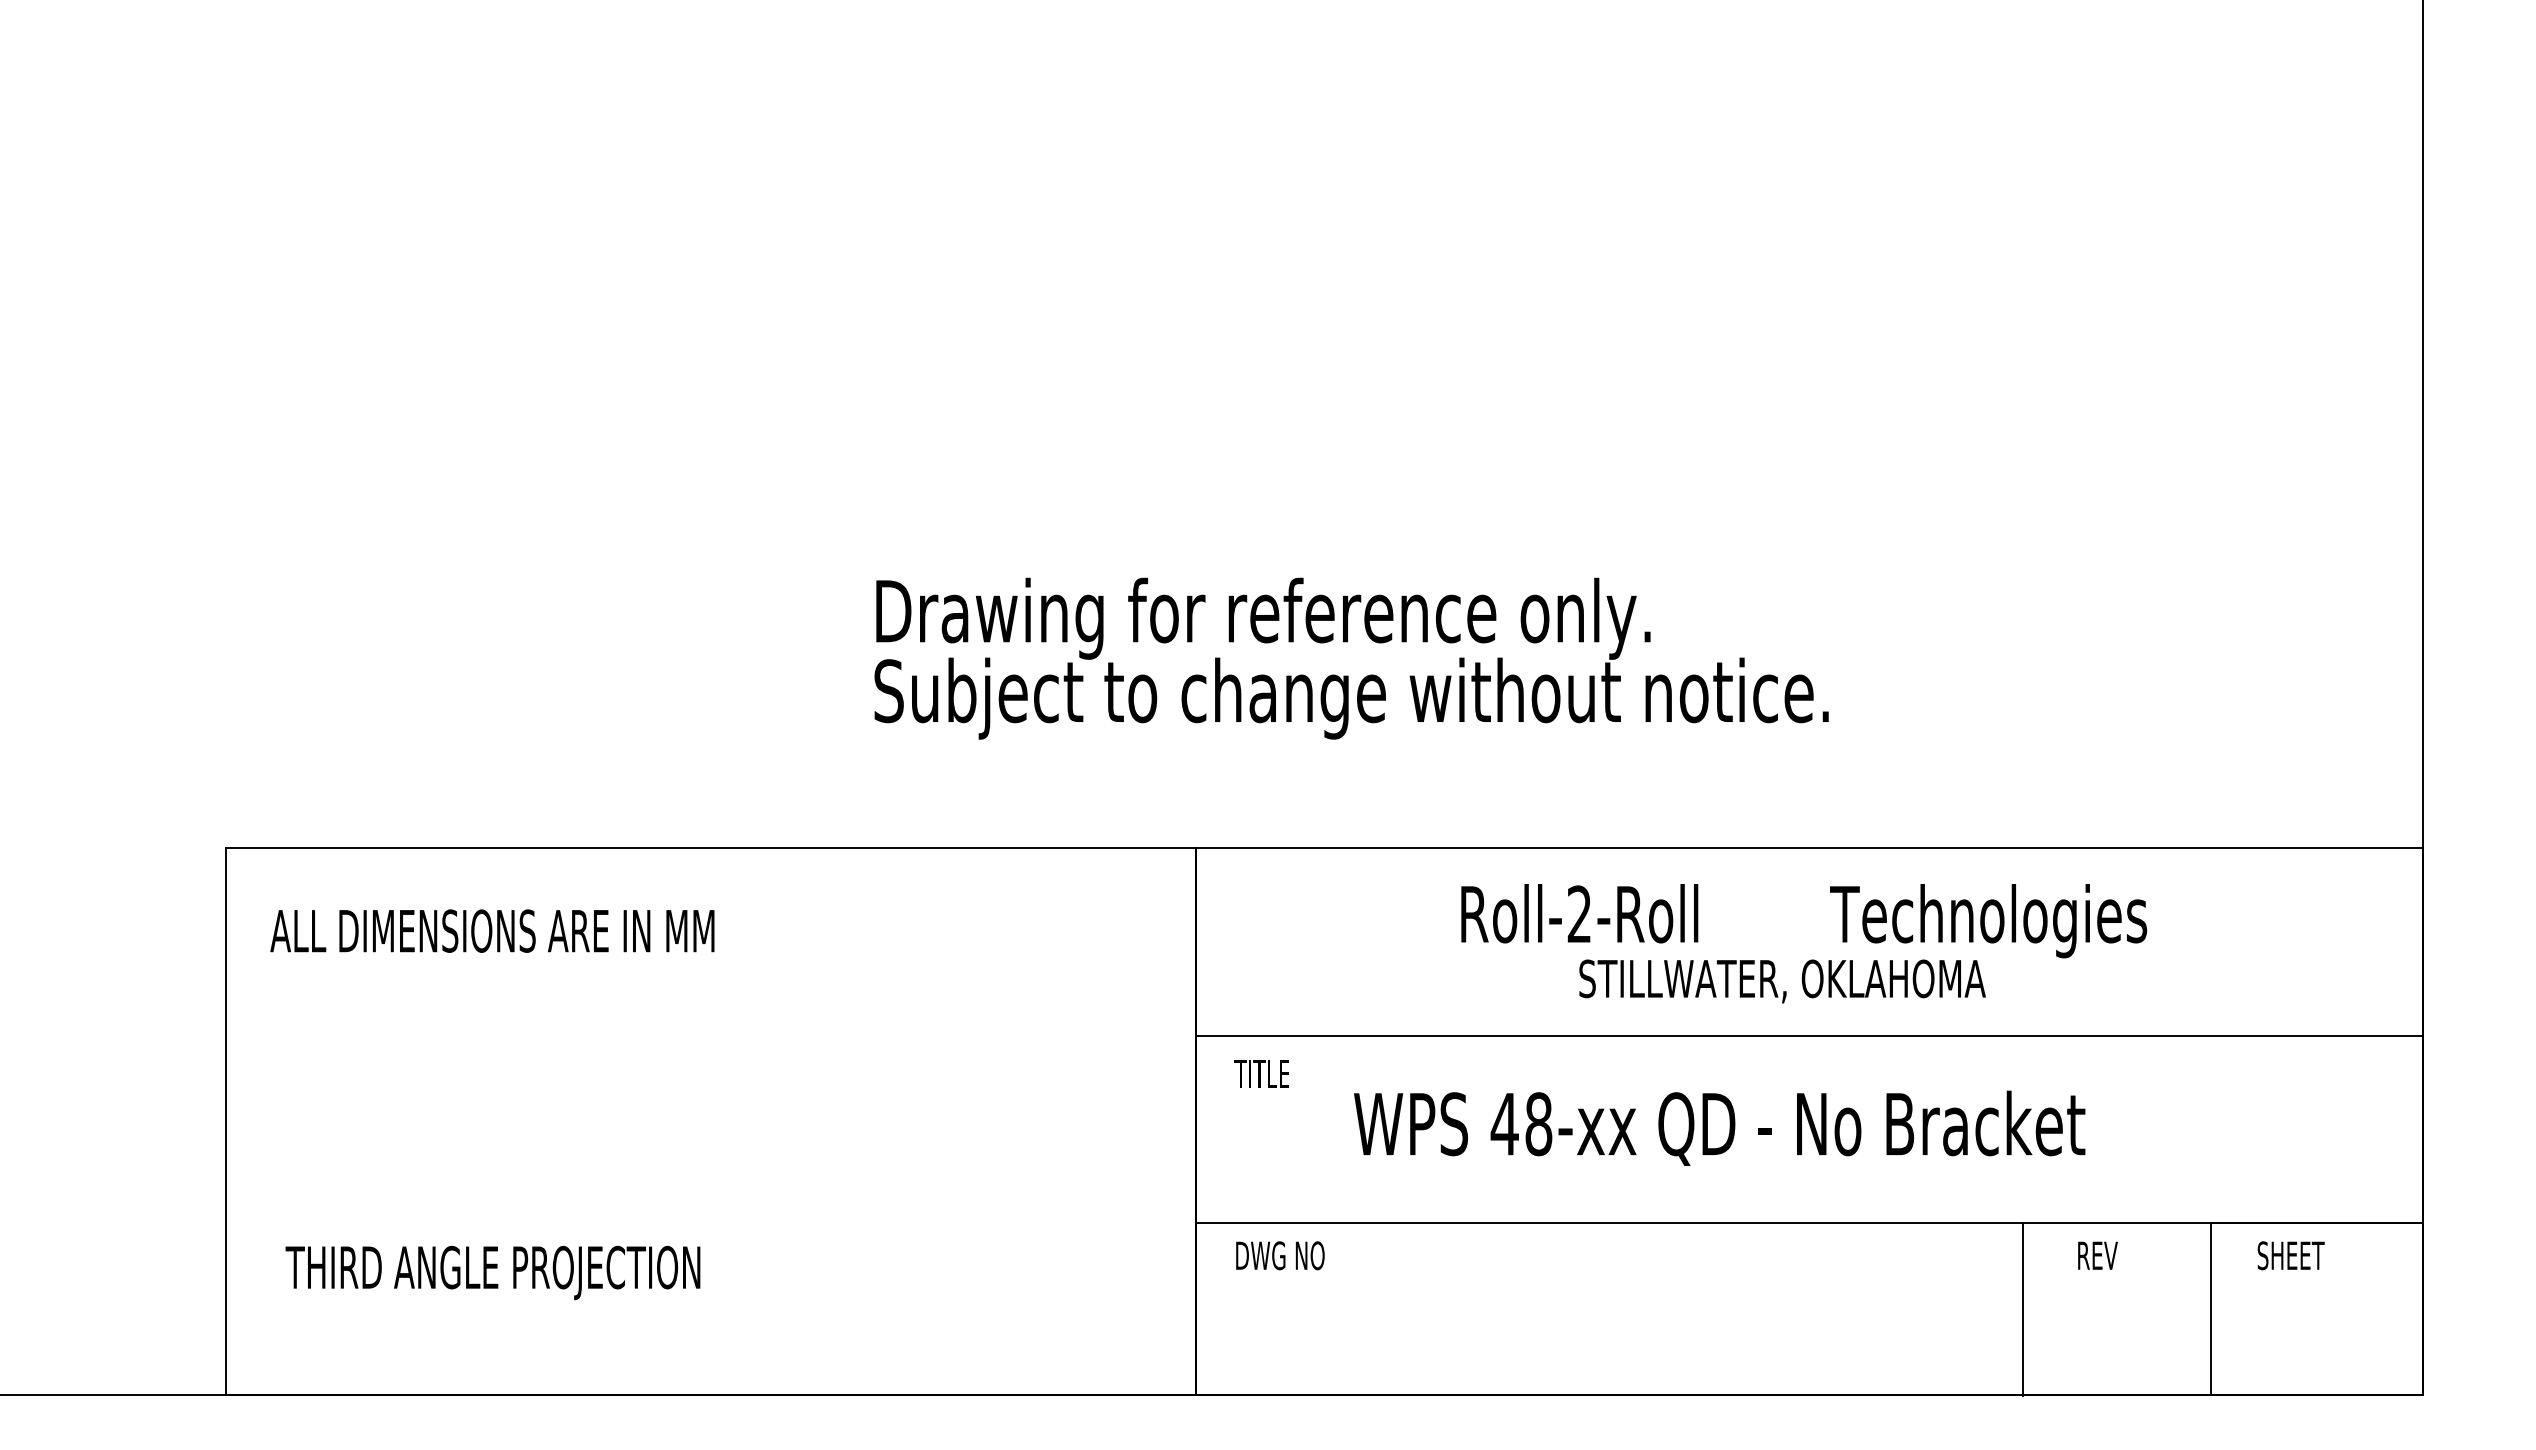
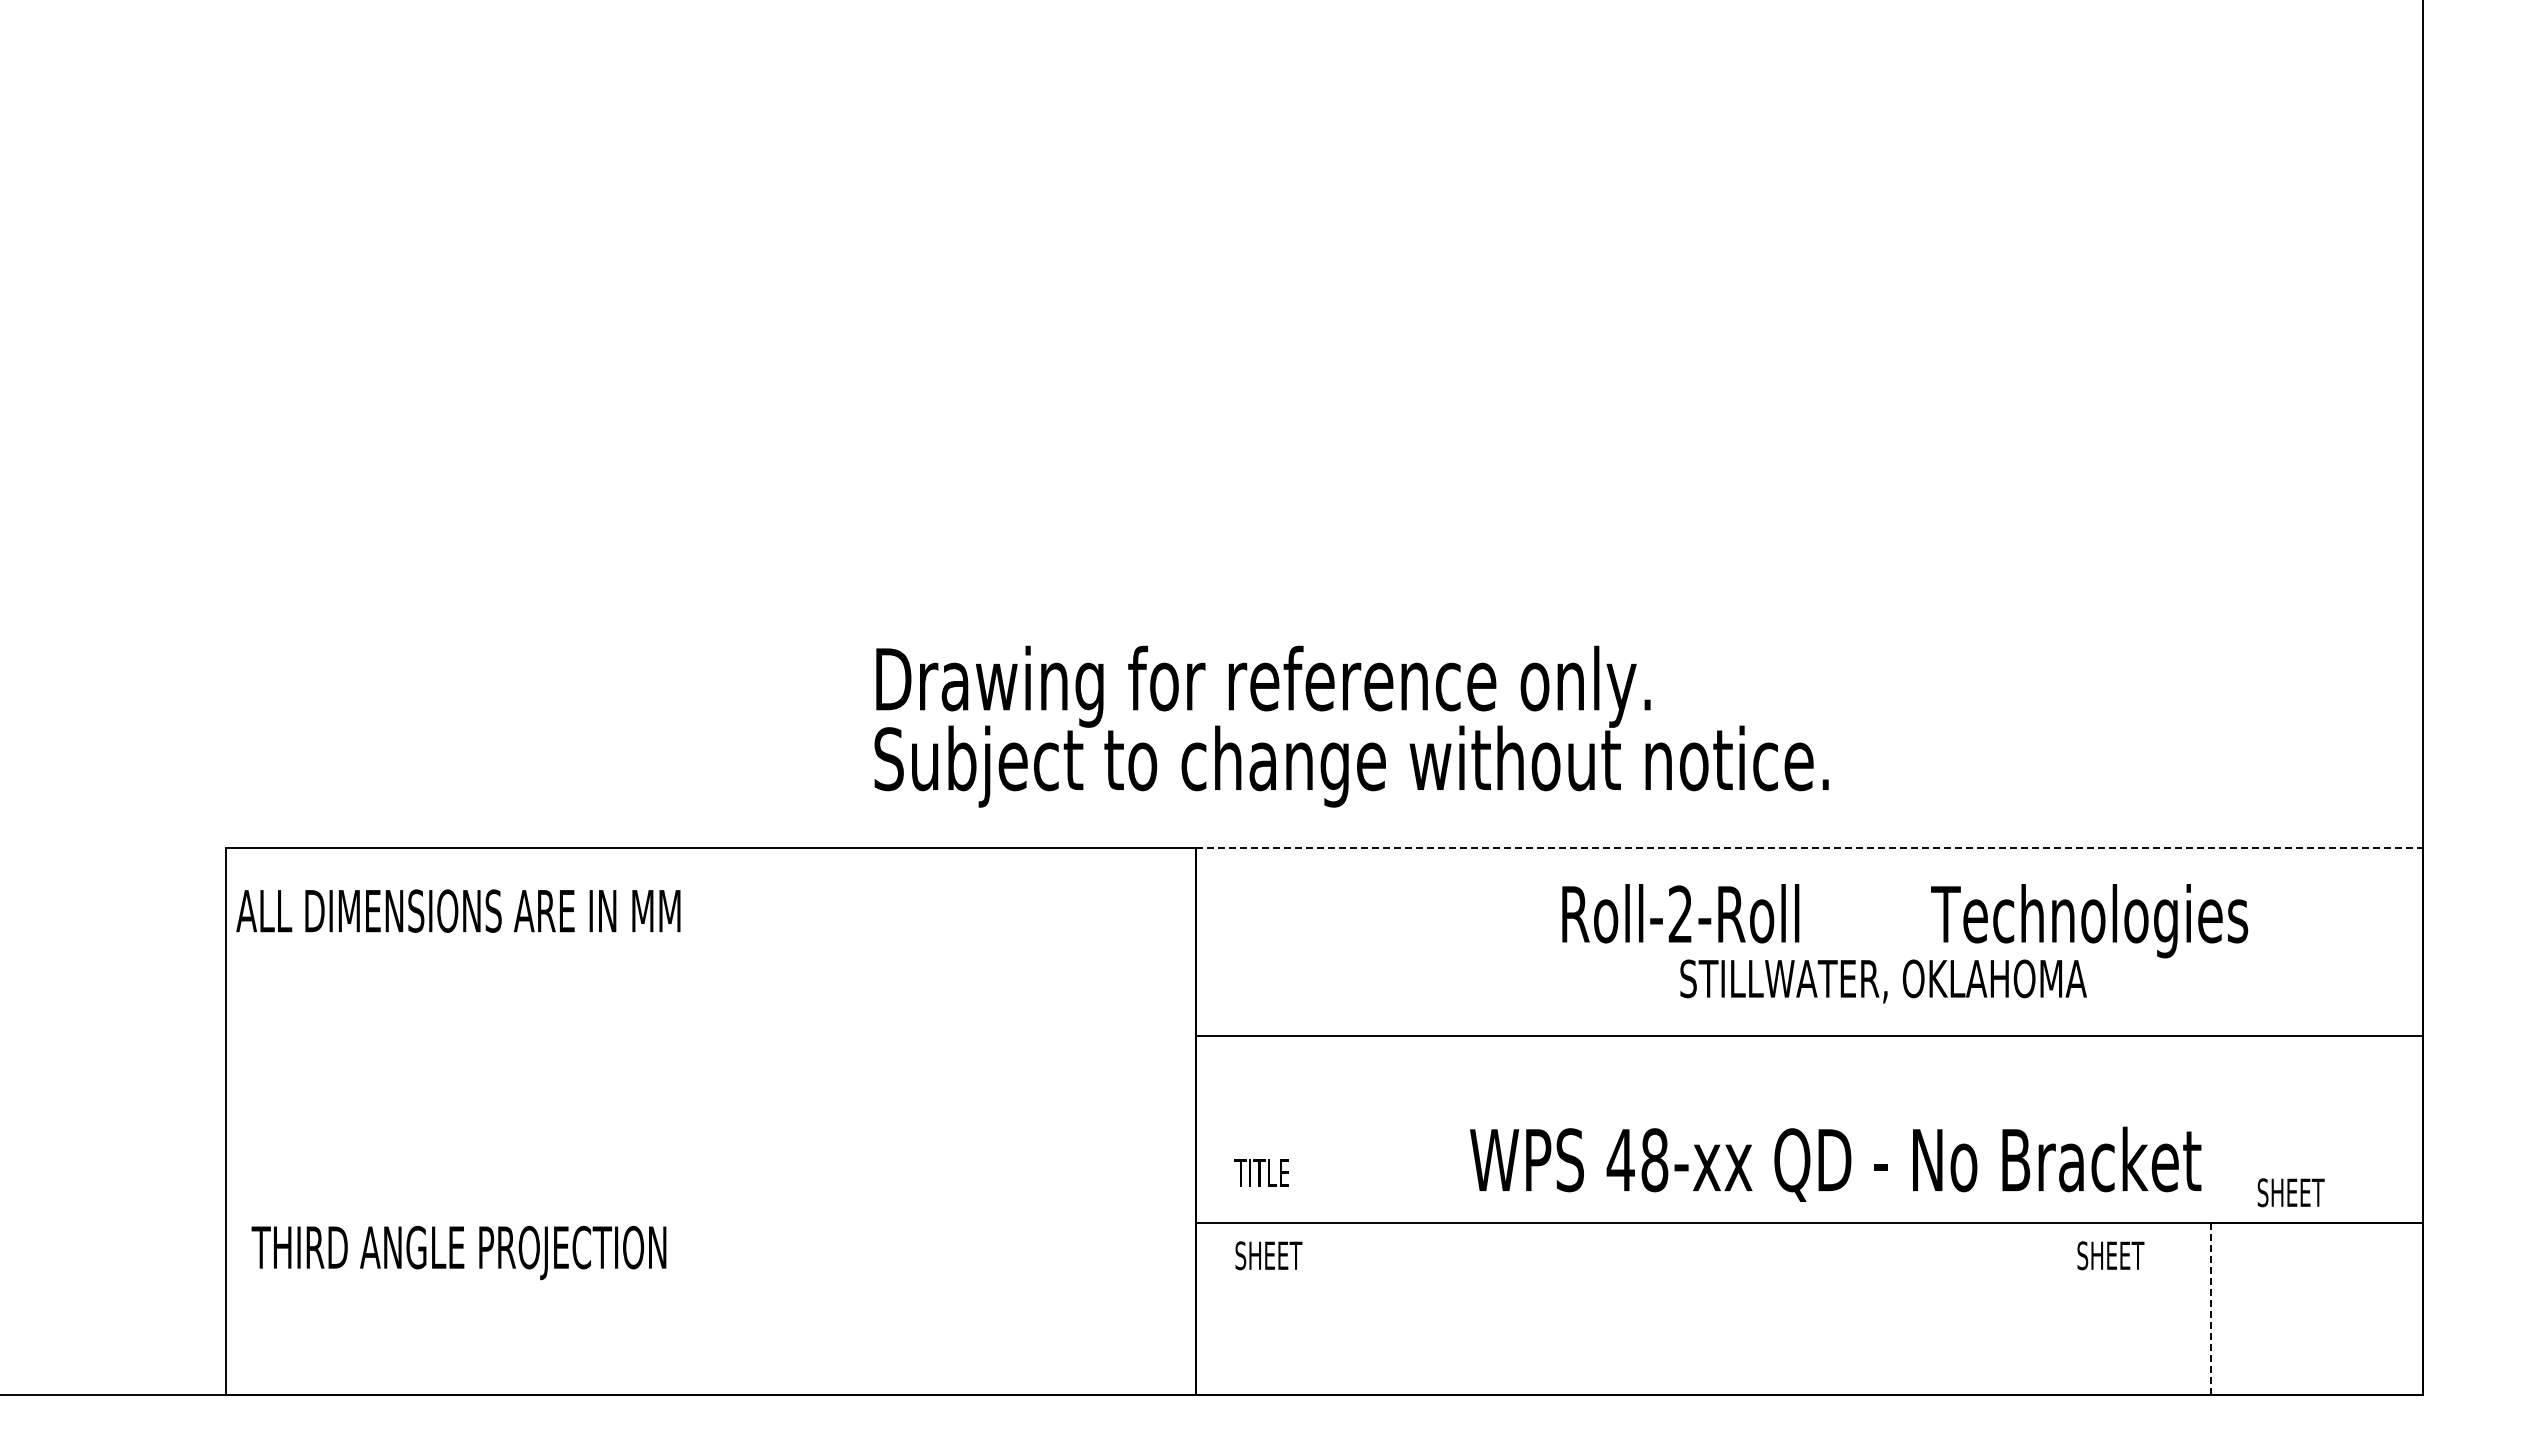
text at (1351, 658) position: (1351, 658) -> (1351, 726)
line at (1809, 848): solid -> dashed
text at (1804, 943) position: (1804, 943) -> (1905, 943)
text at (1261, 1073) position: (1261, 1073) -> (1261, 1172)
text at (492, 1104) position: (492, 1104) -> (458, 1084)
text at (1719, 1127) position: (1719, 1127) -> (1835, 1163)
text at (1279, 1255): DWG NO -> SHEET
text at (2110, 1255): REV -> SHEET
text at (2290, 1255) position: (2290, 1255) -> (2290, 1192)
line at (2022, 1309): present -> none
line at (2211, 1309): solid -> dashed
